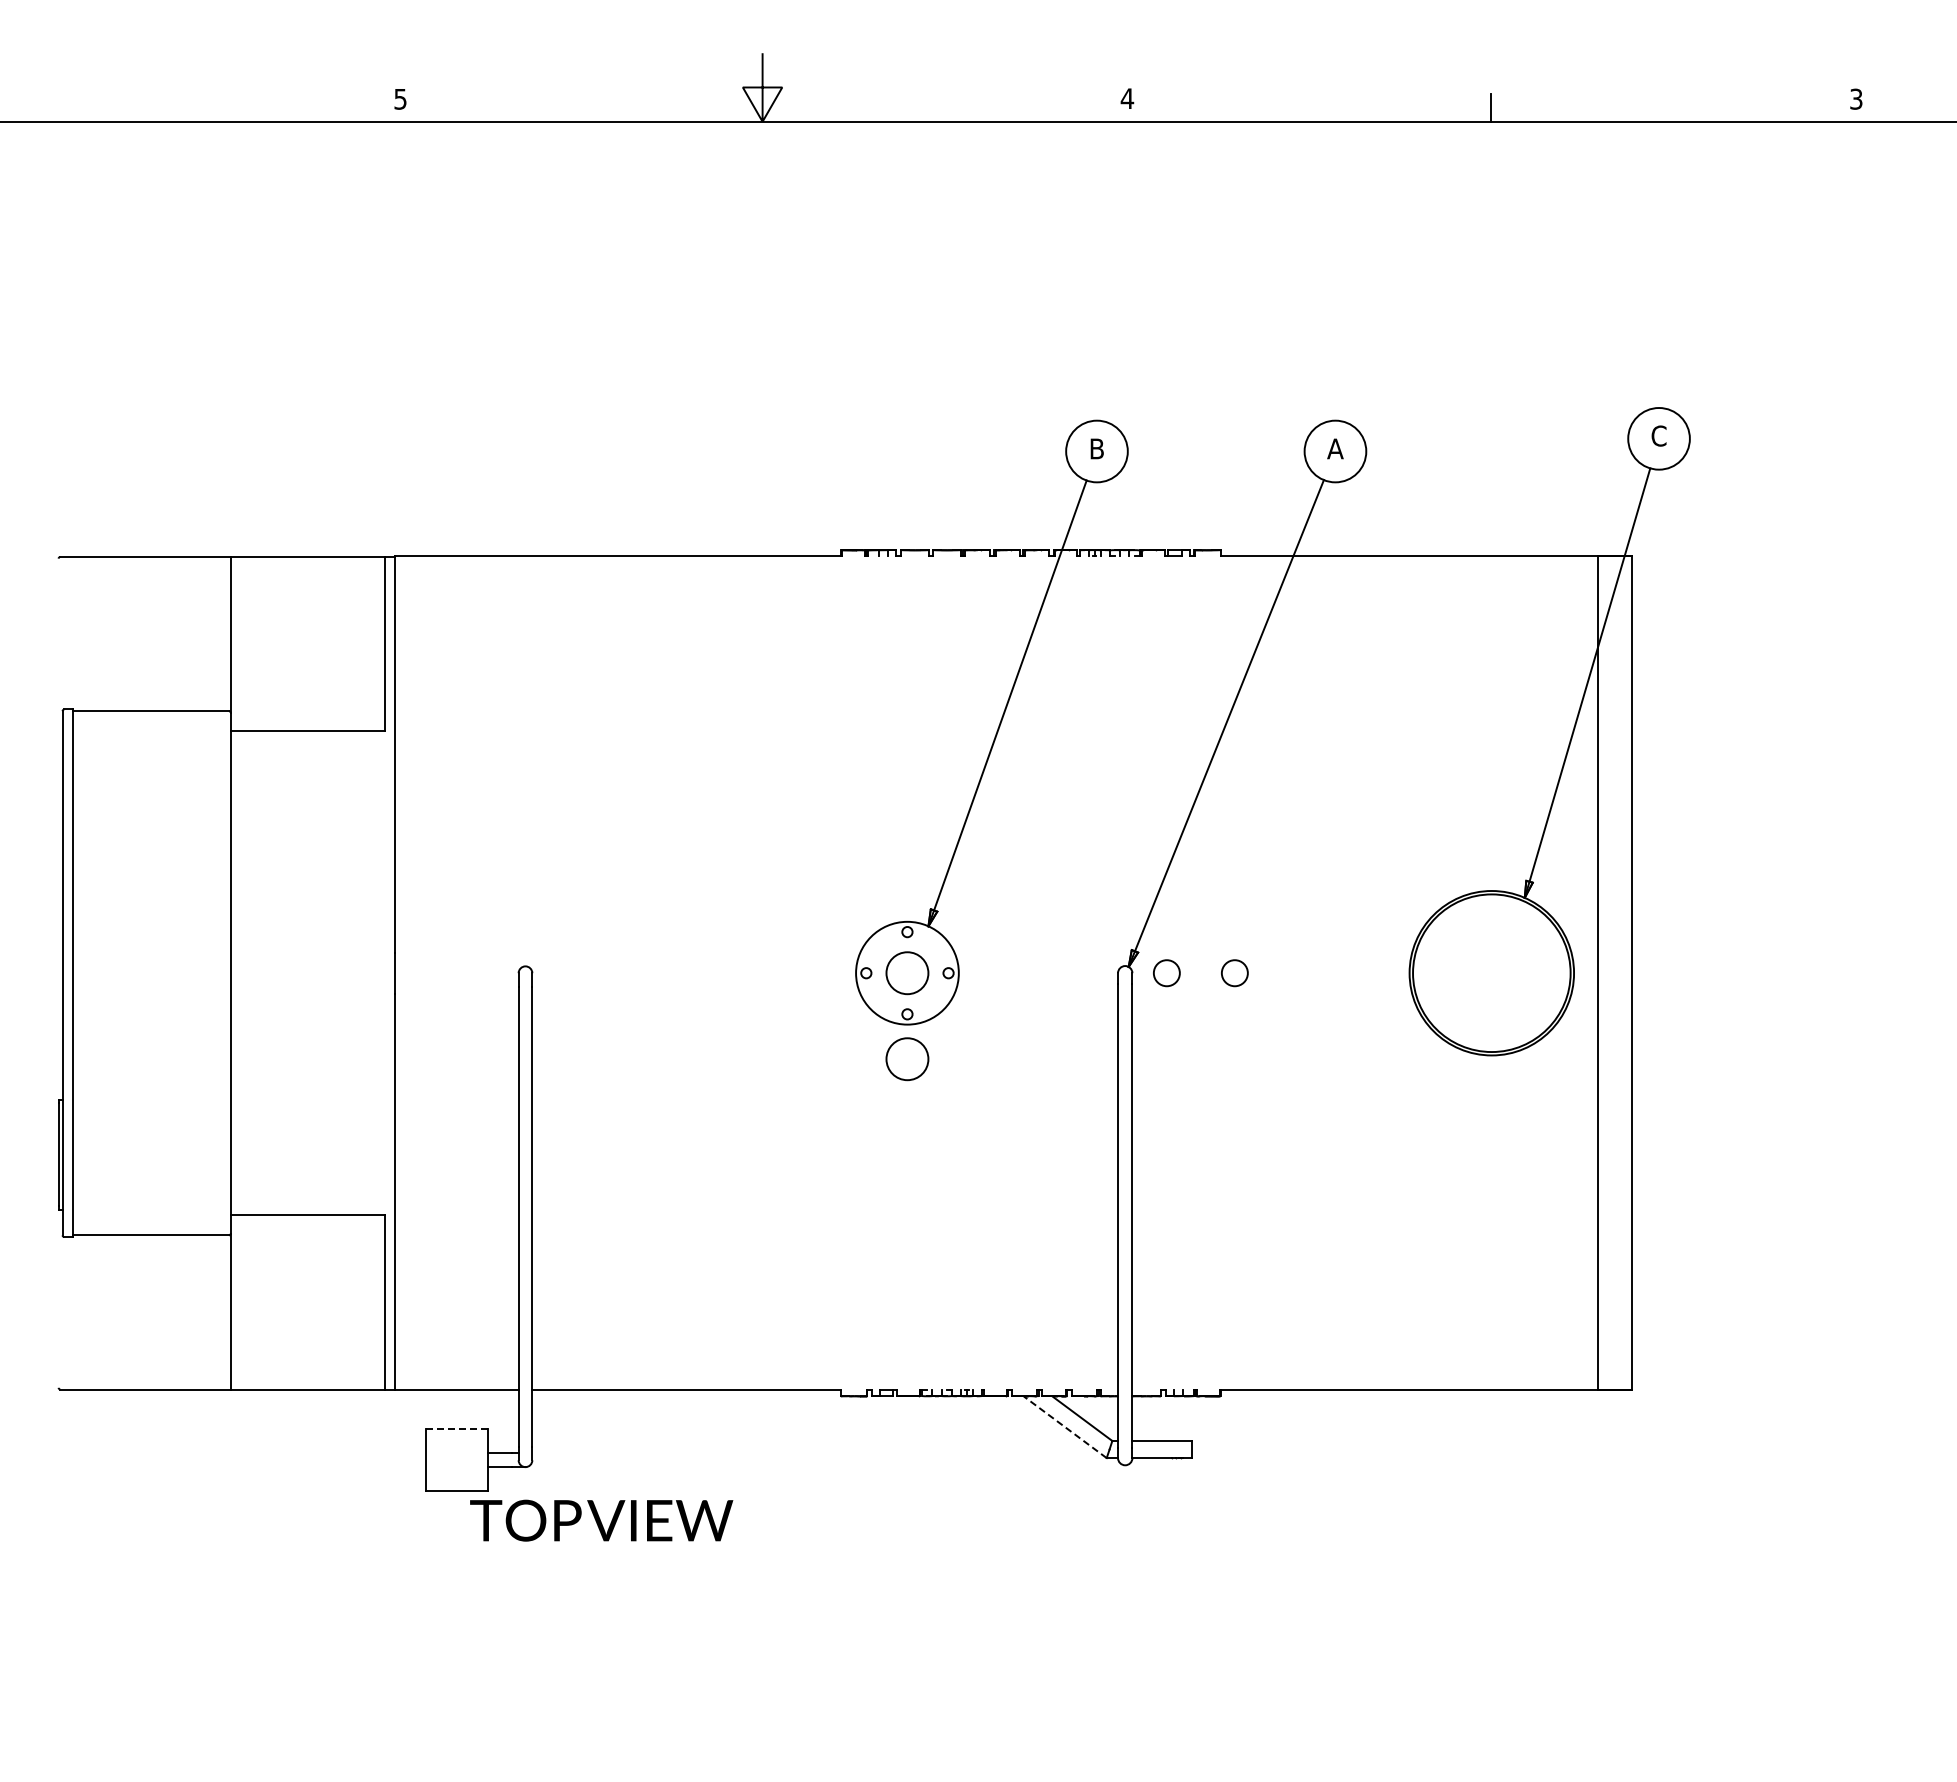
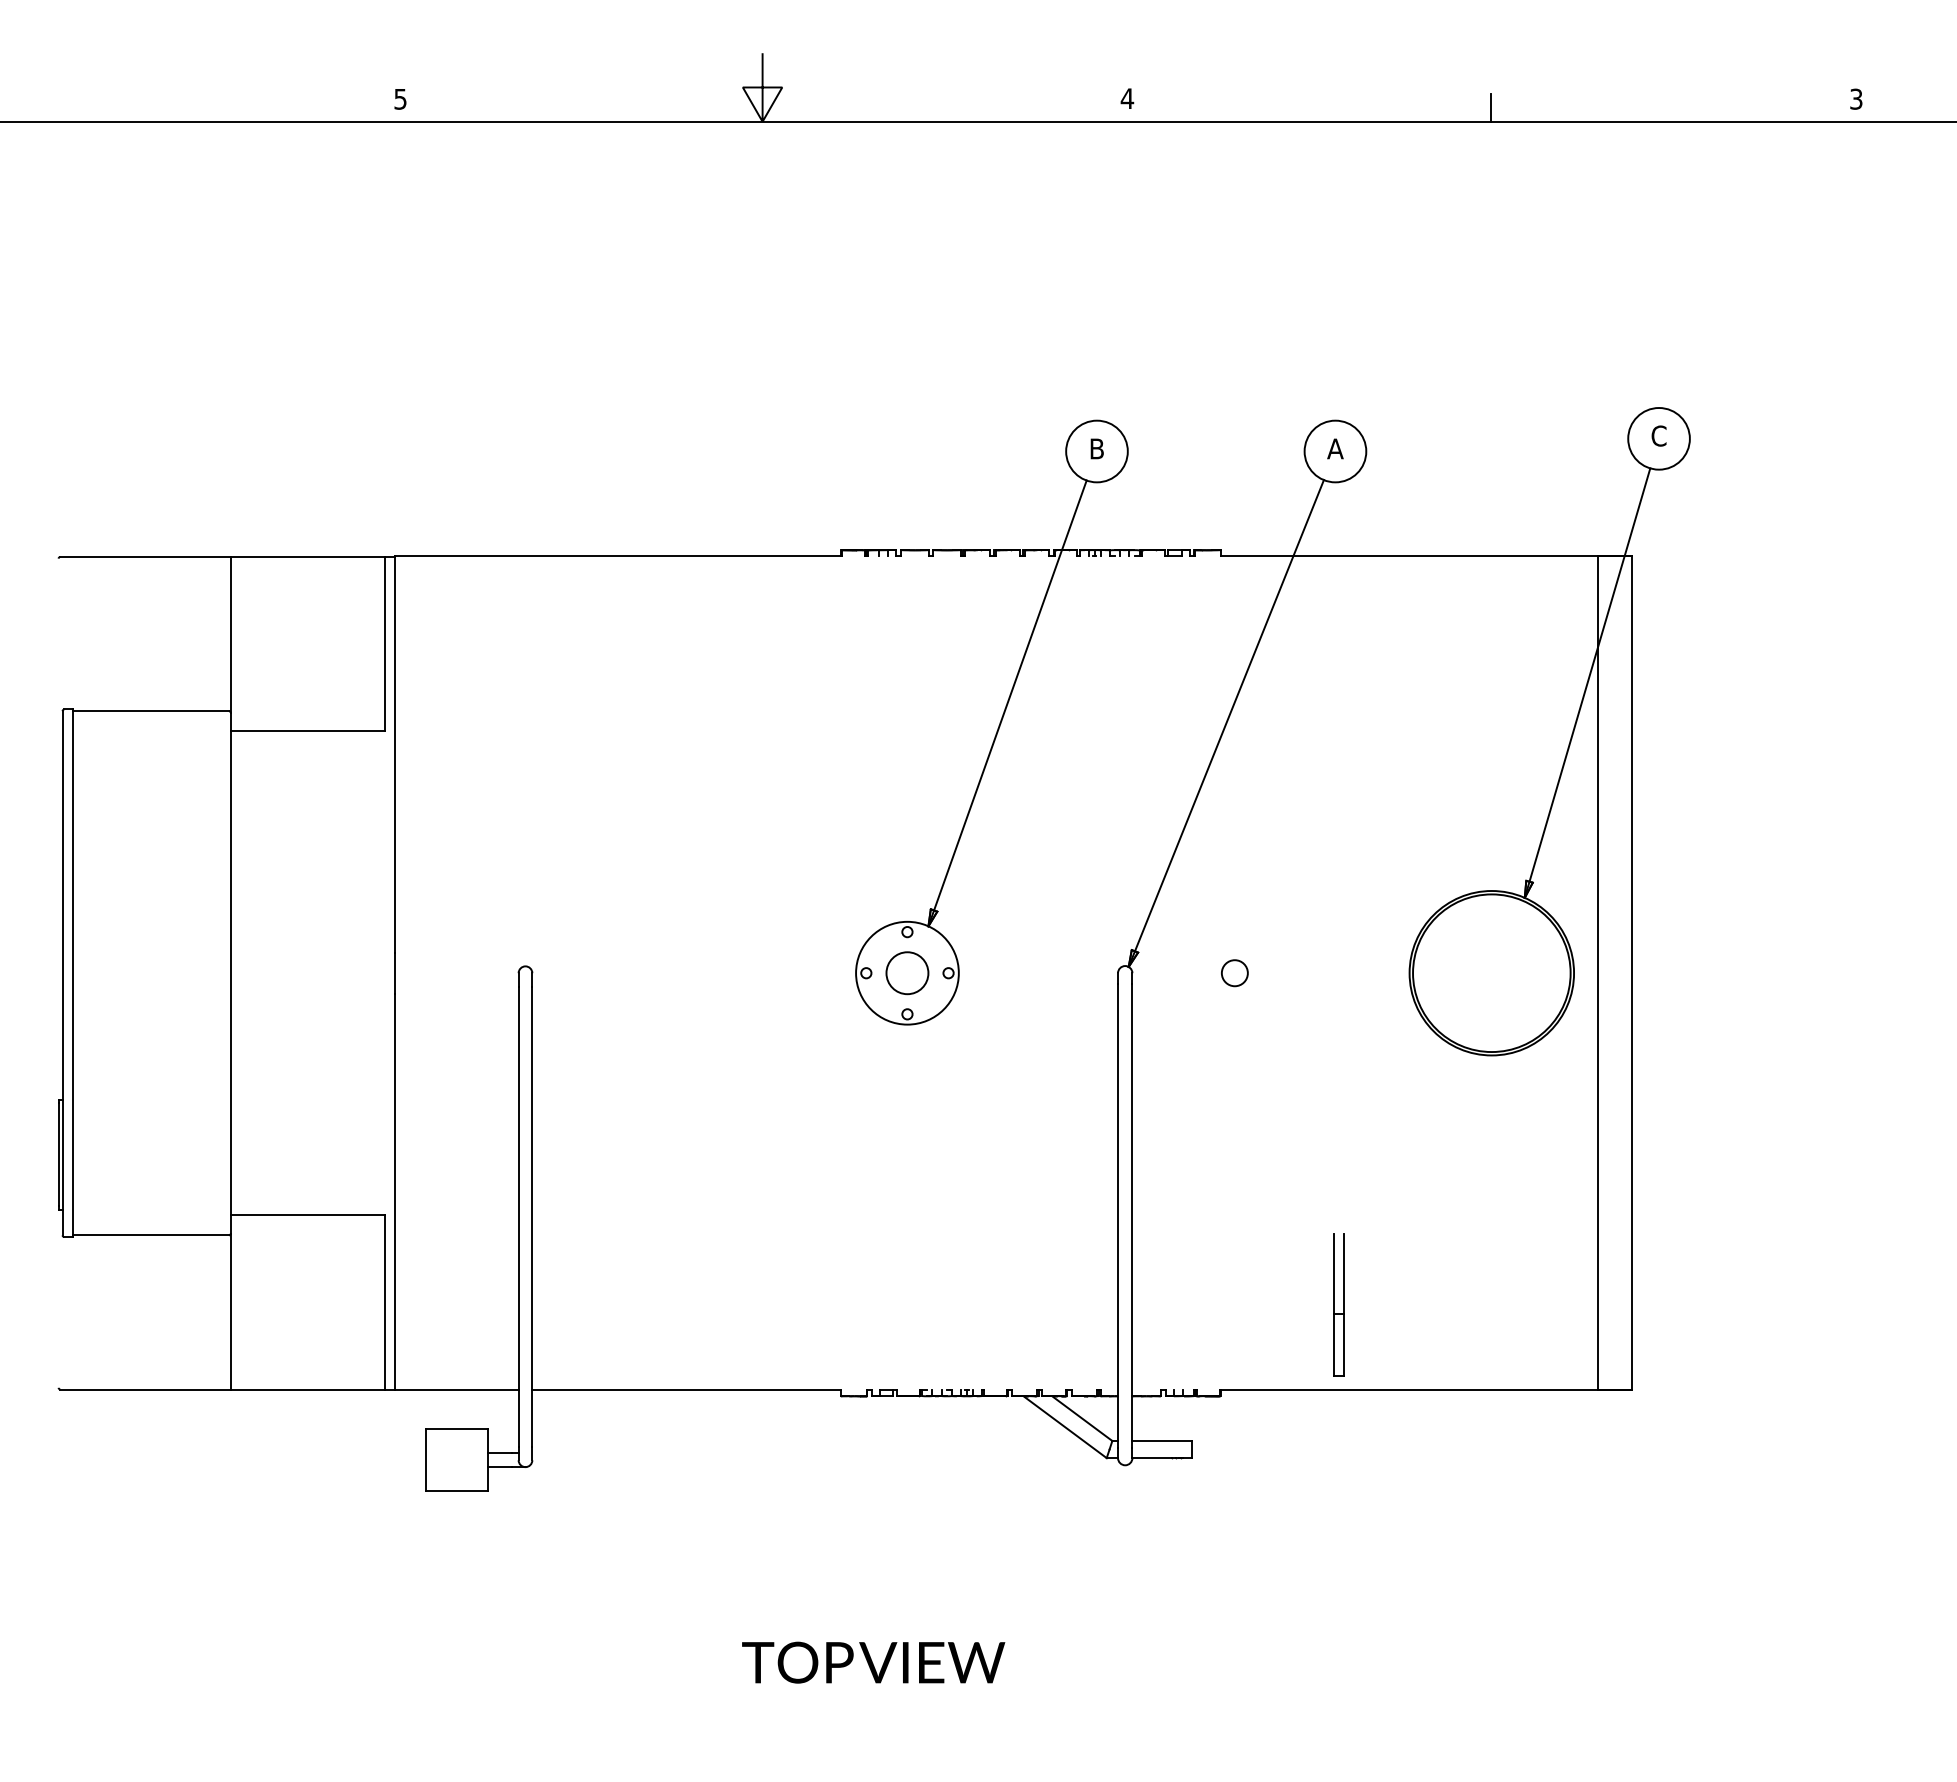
circle at (1166, 973): present -> none
circle at (907, 1059): present -> none
part at (1338, 1304): none -> present
line at (1065, 1427): dashed -> solid
line at (456, 1429): dashed -> solid
text at (601, 1520) position: (601, 1520) -> (873, 1662)
